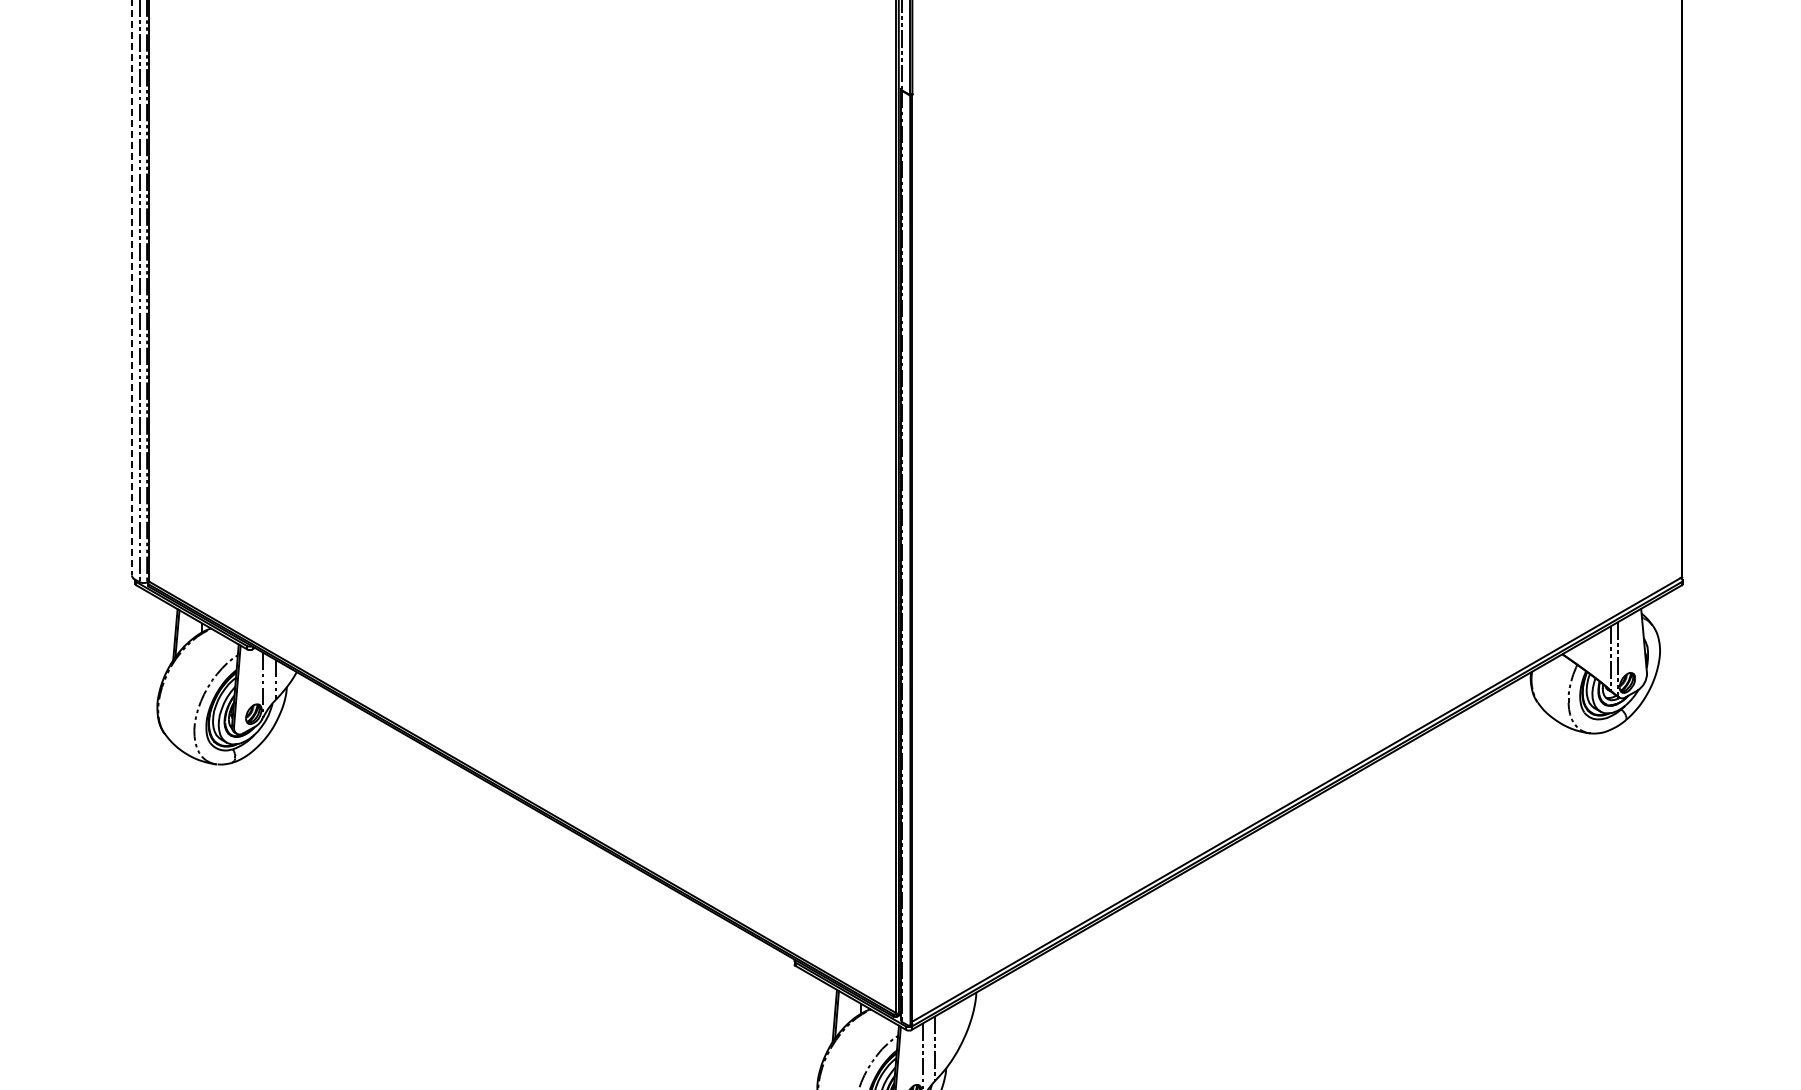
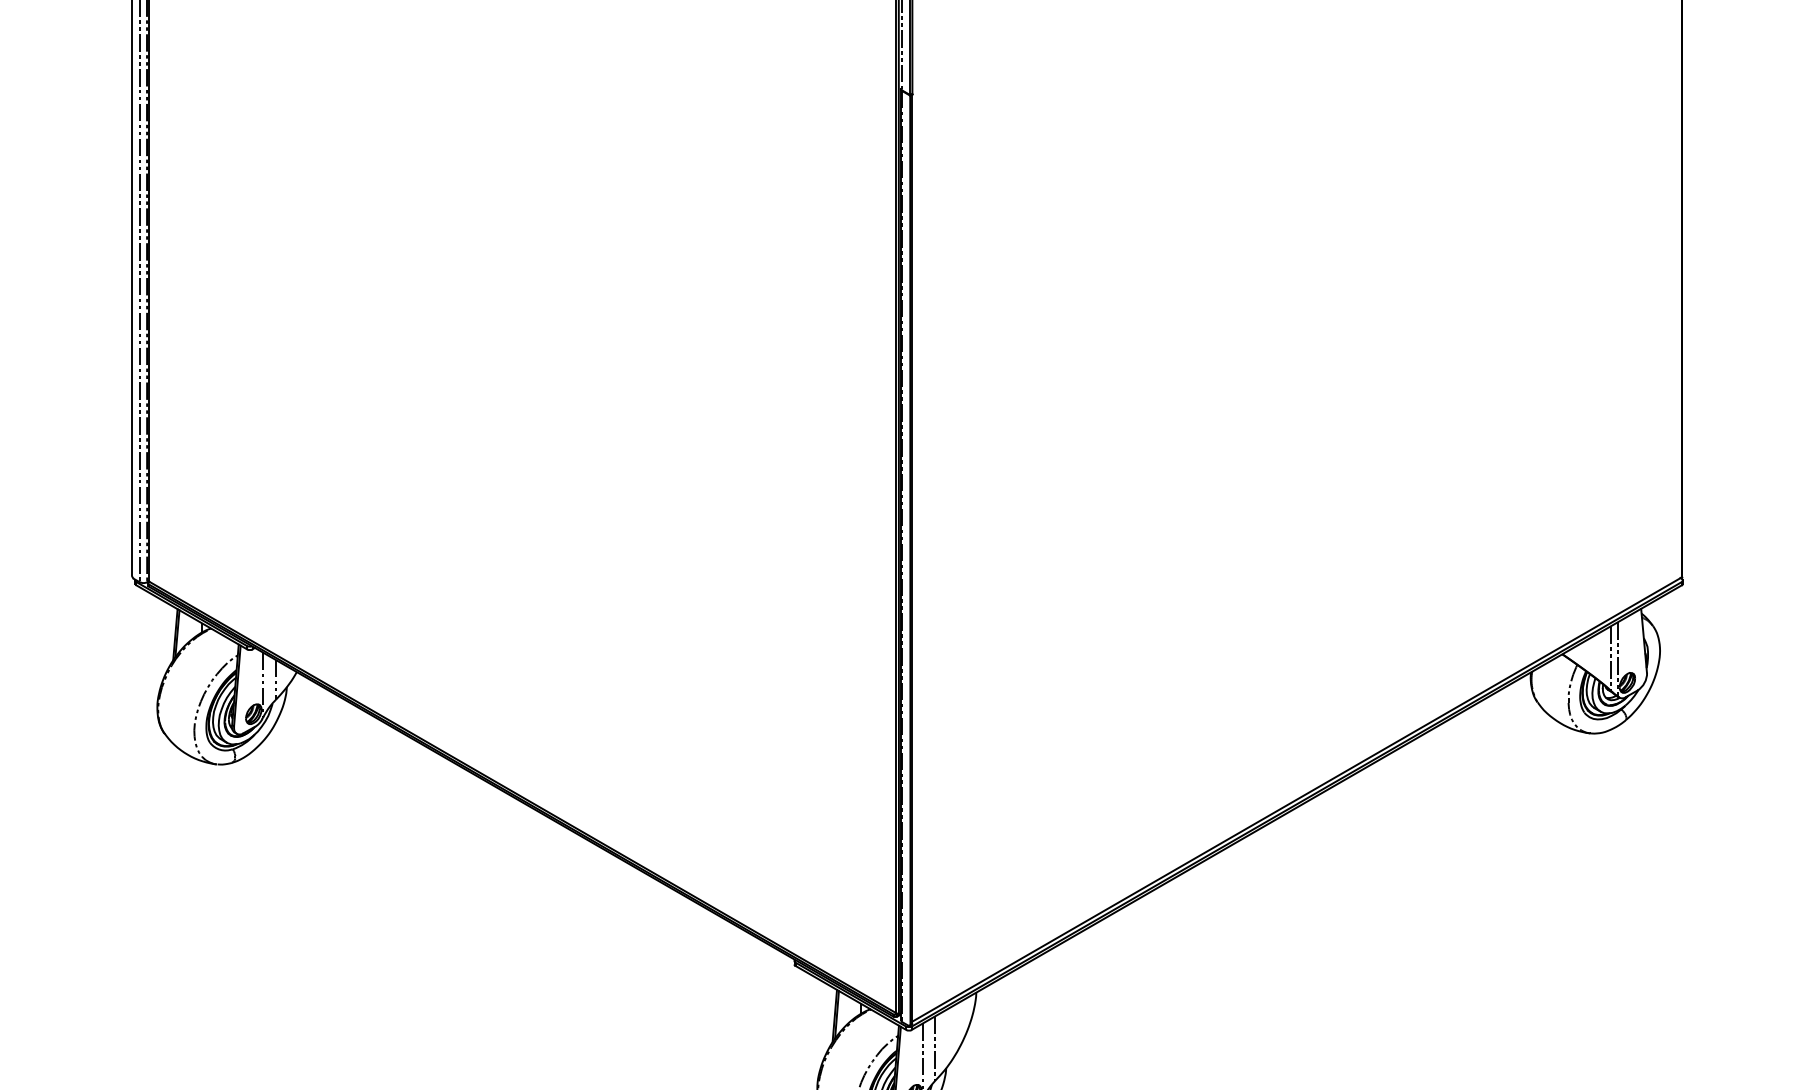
line at (131, 288): dashed -> solid
